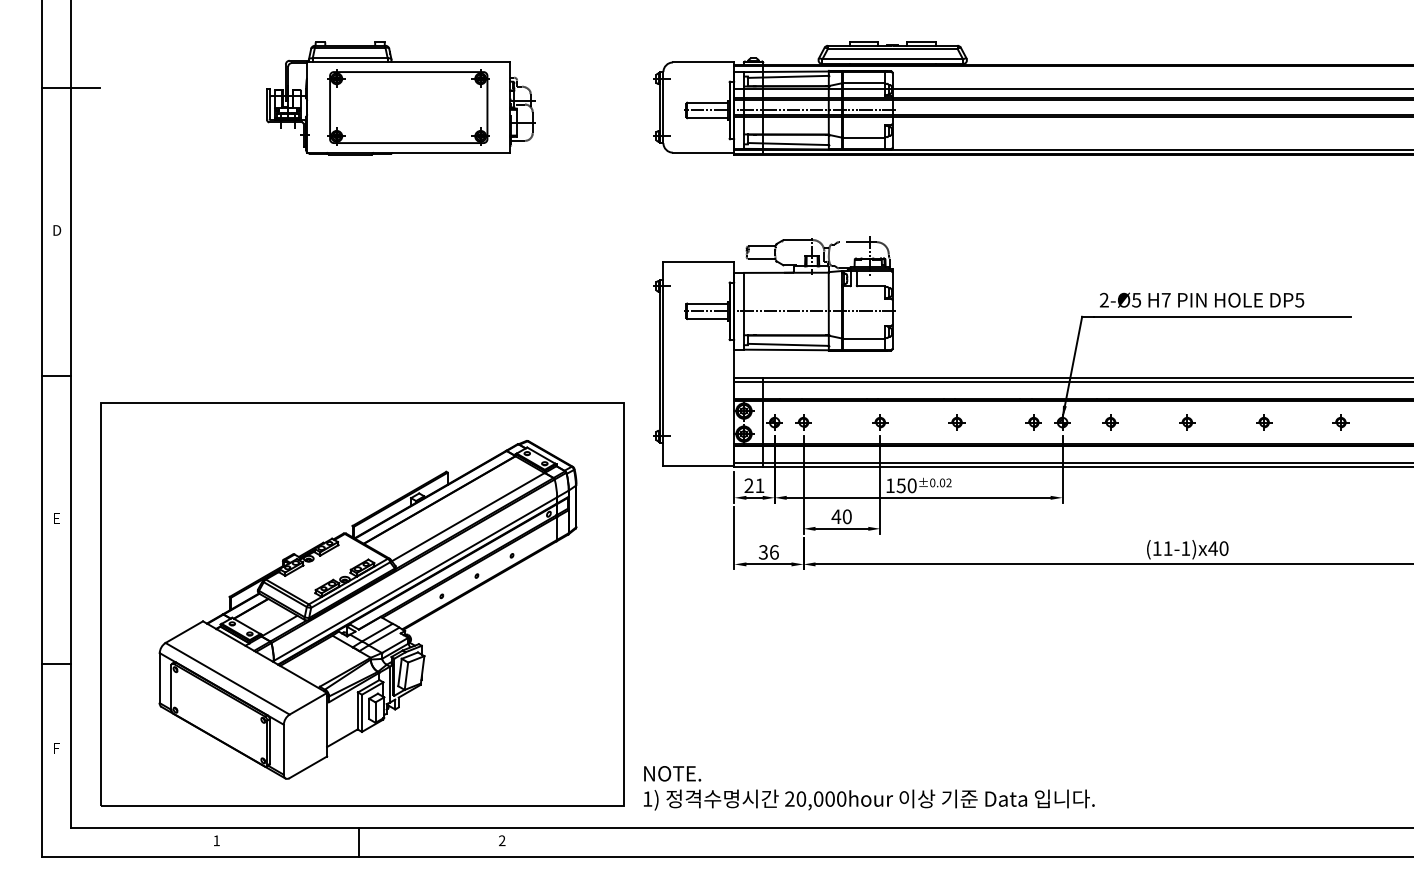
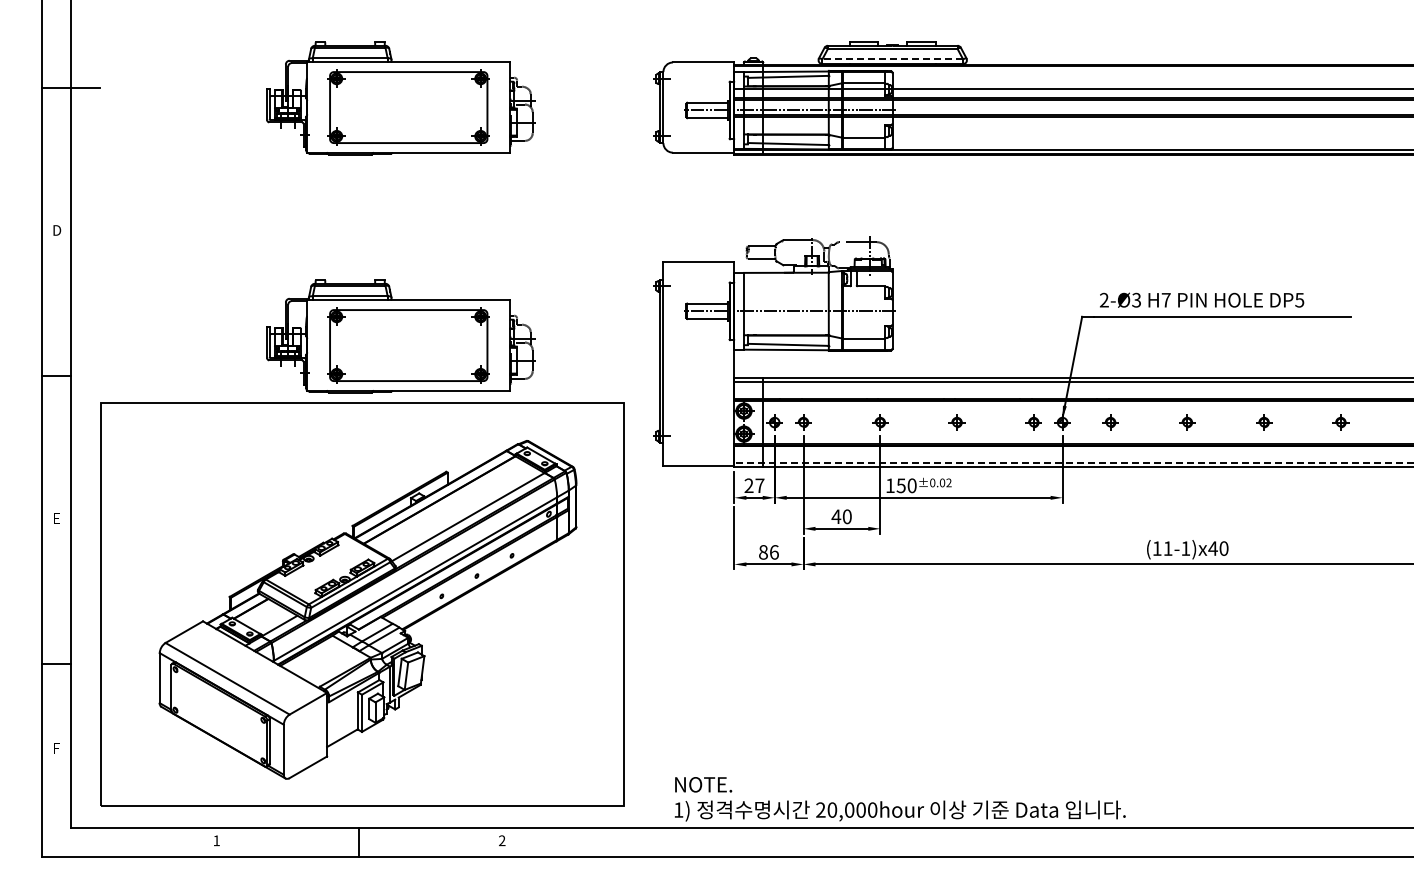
line at (892, 59): solid -> dashed
text at (1136, 299): 2-Ø5 -> 2-Ø3
part at (400, 336): none -> present
line at (1074, 462): solid -> dashed
text at (759, 485): 21 -> 27
text at (762, 552): 36 -> 86
text at (869, 788) position: (869, 788) -> (900, 799)
